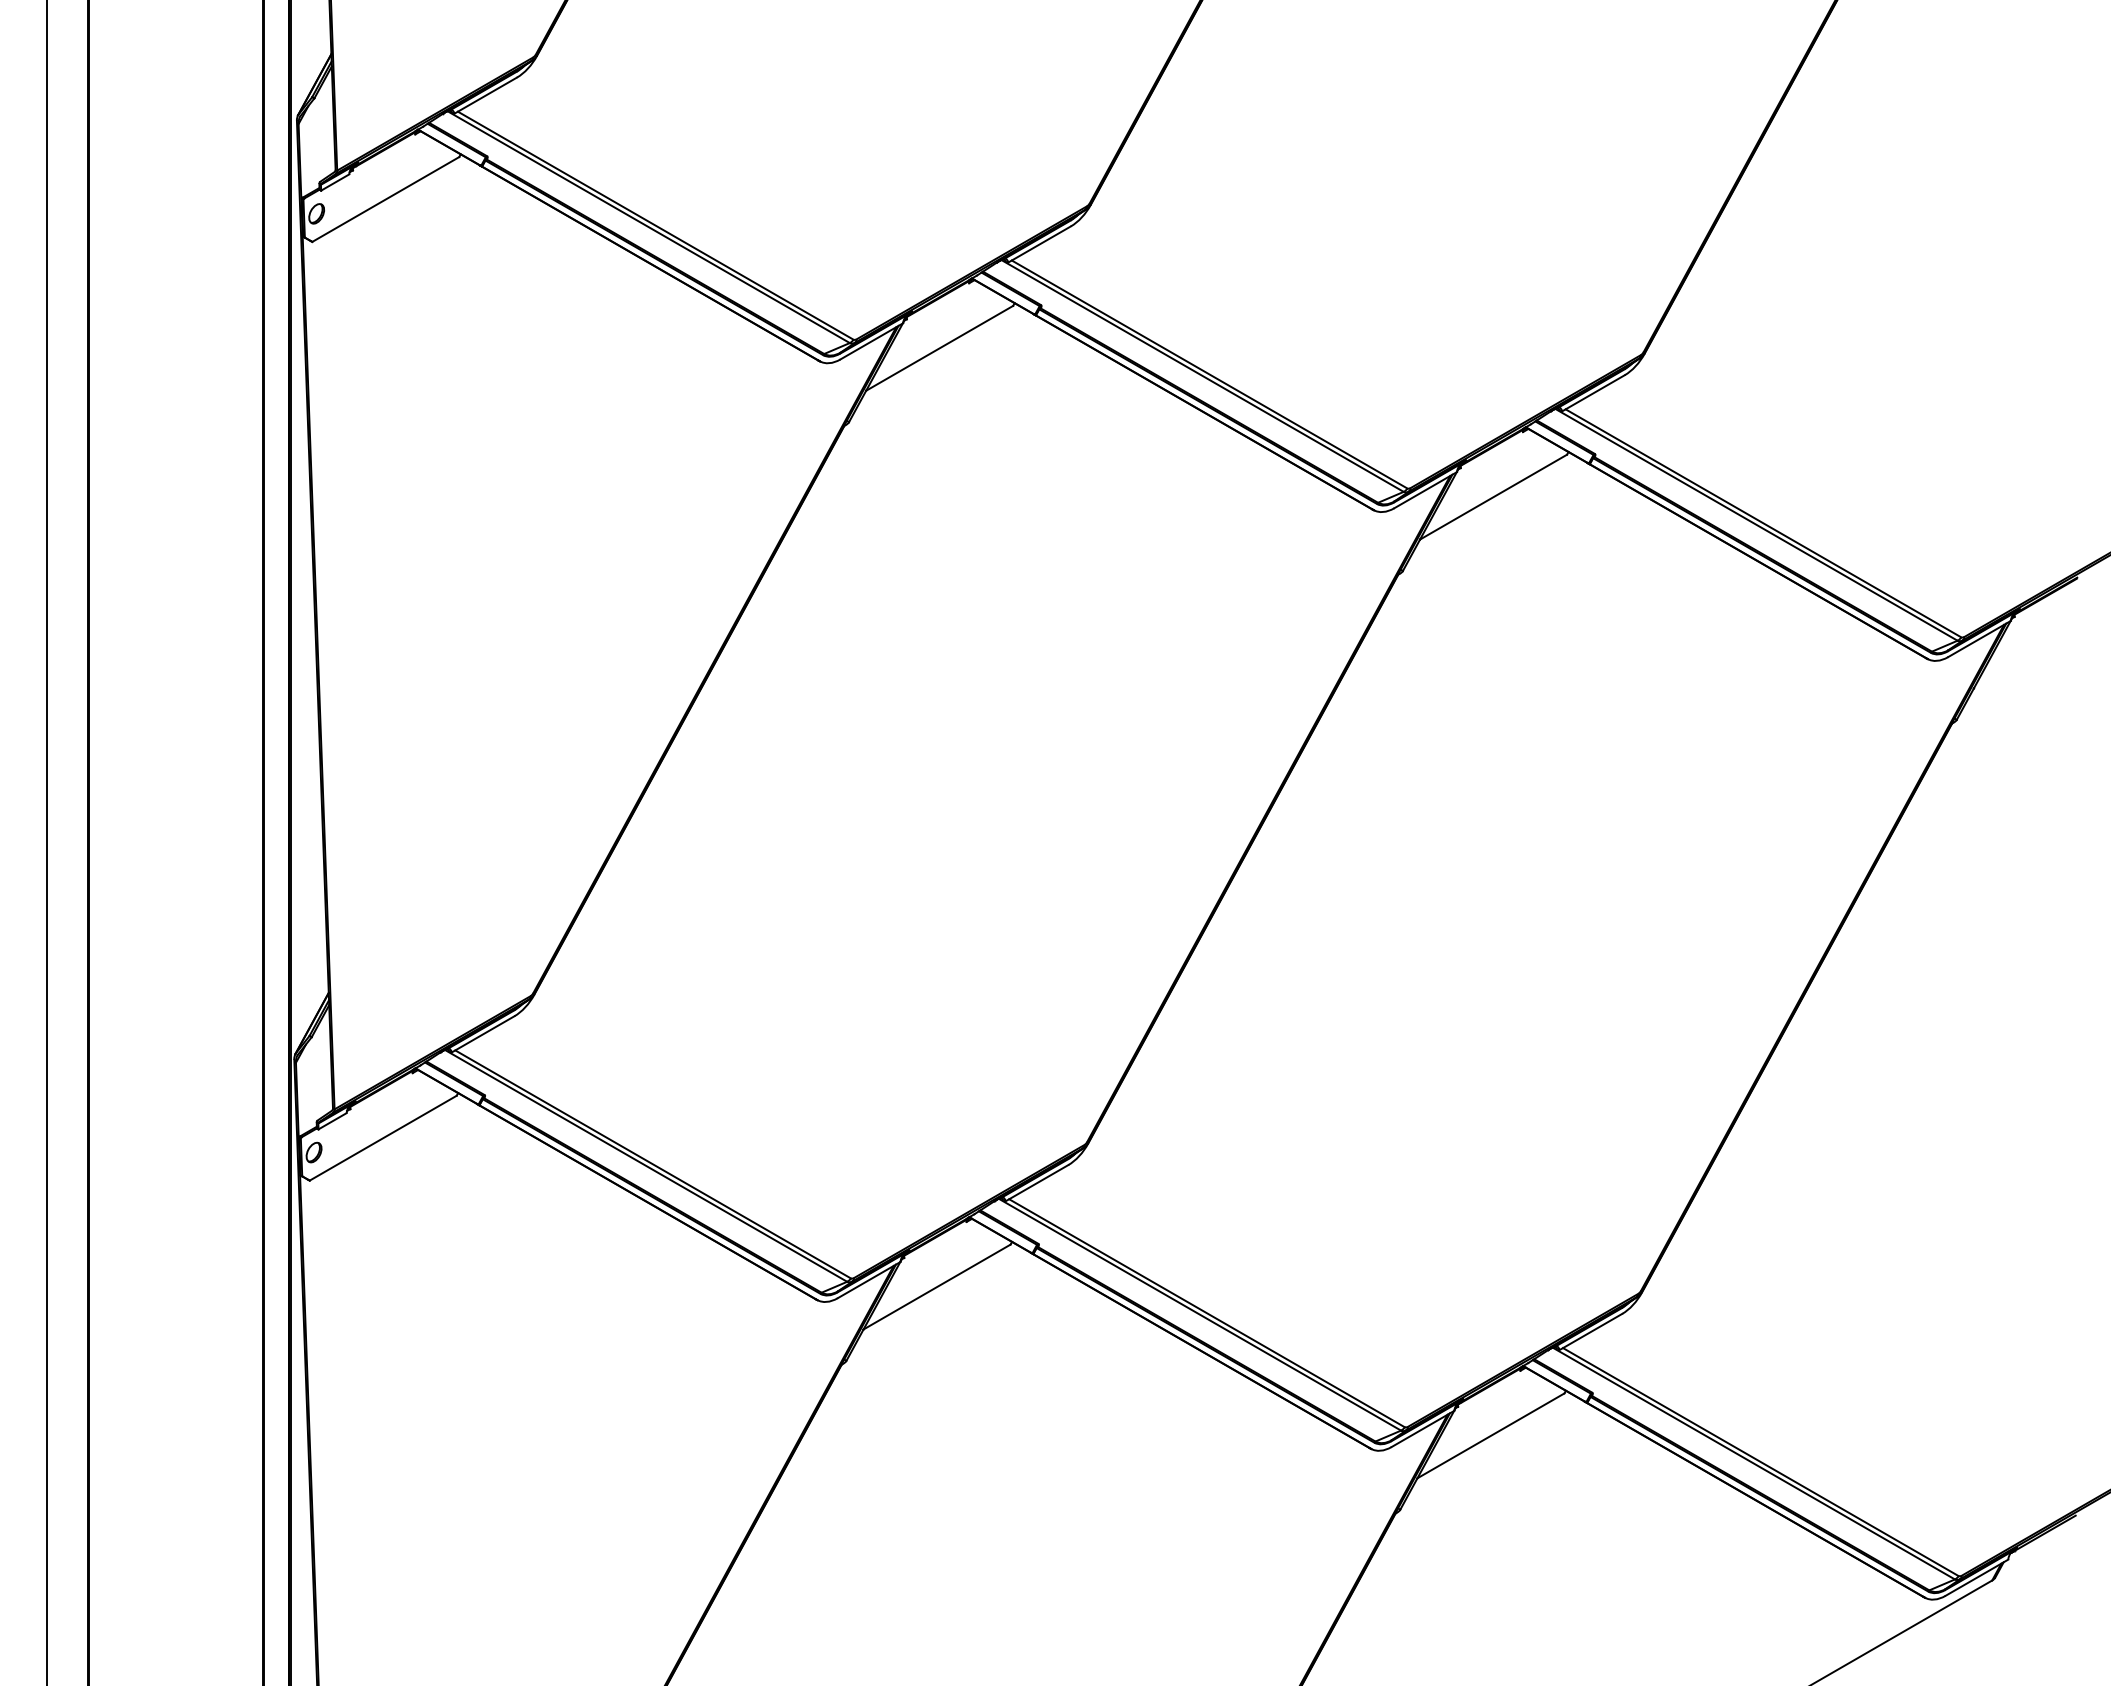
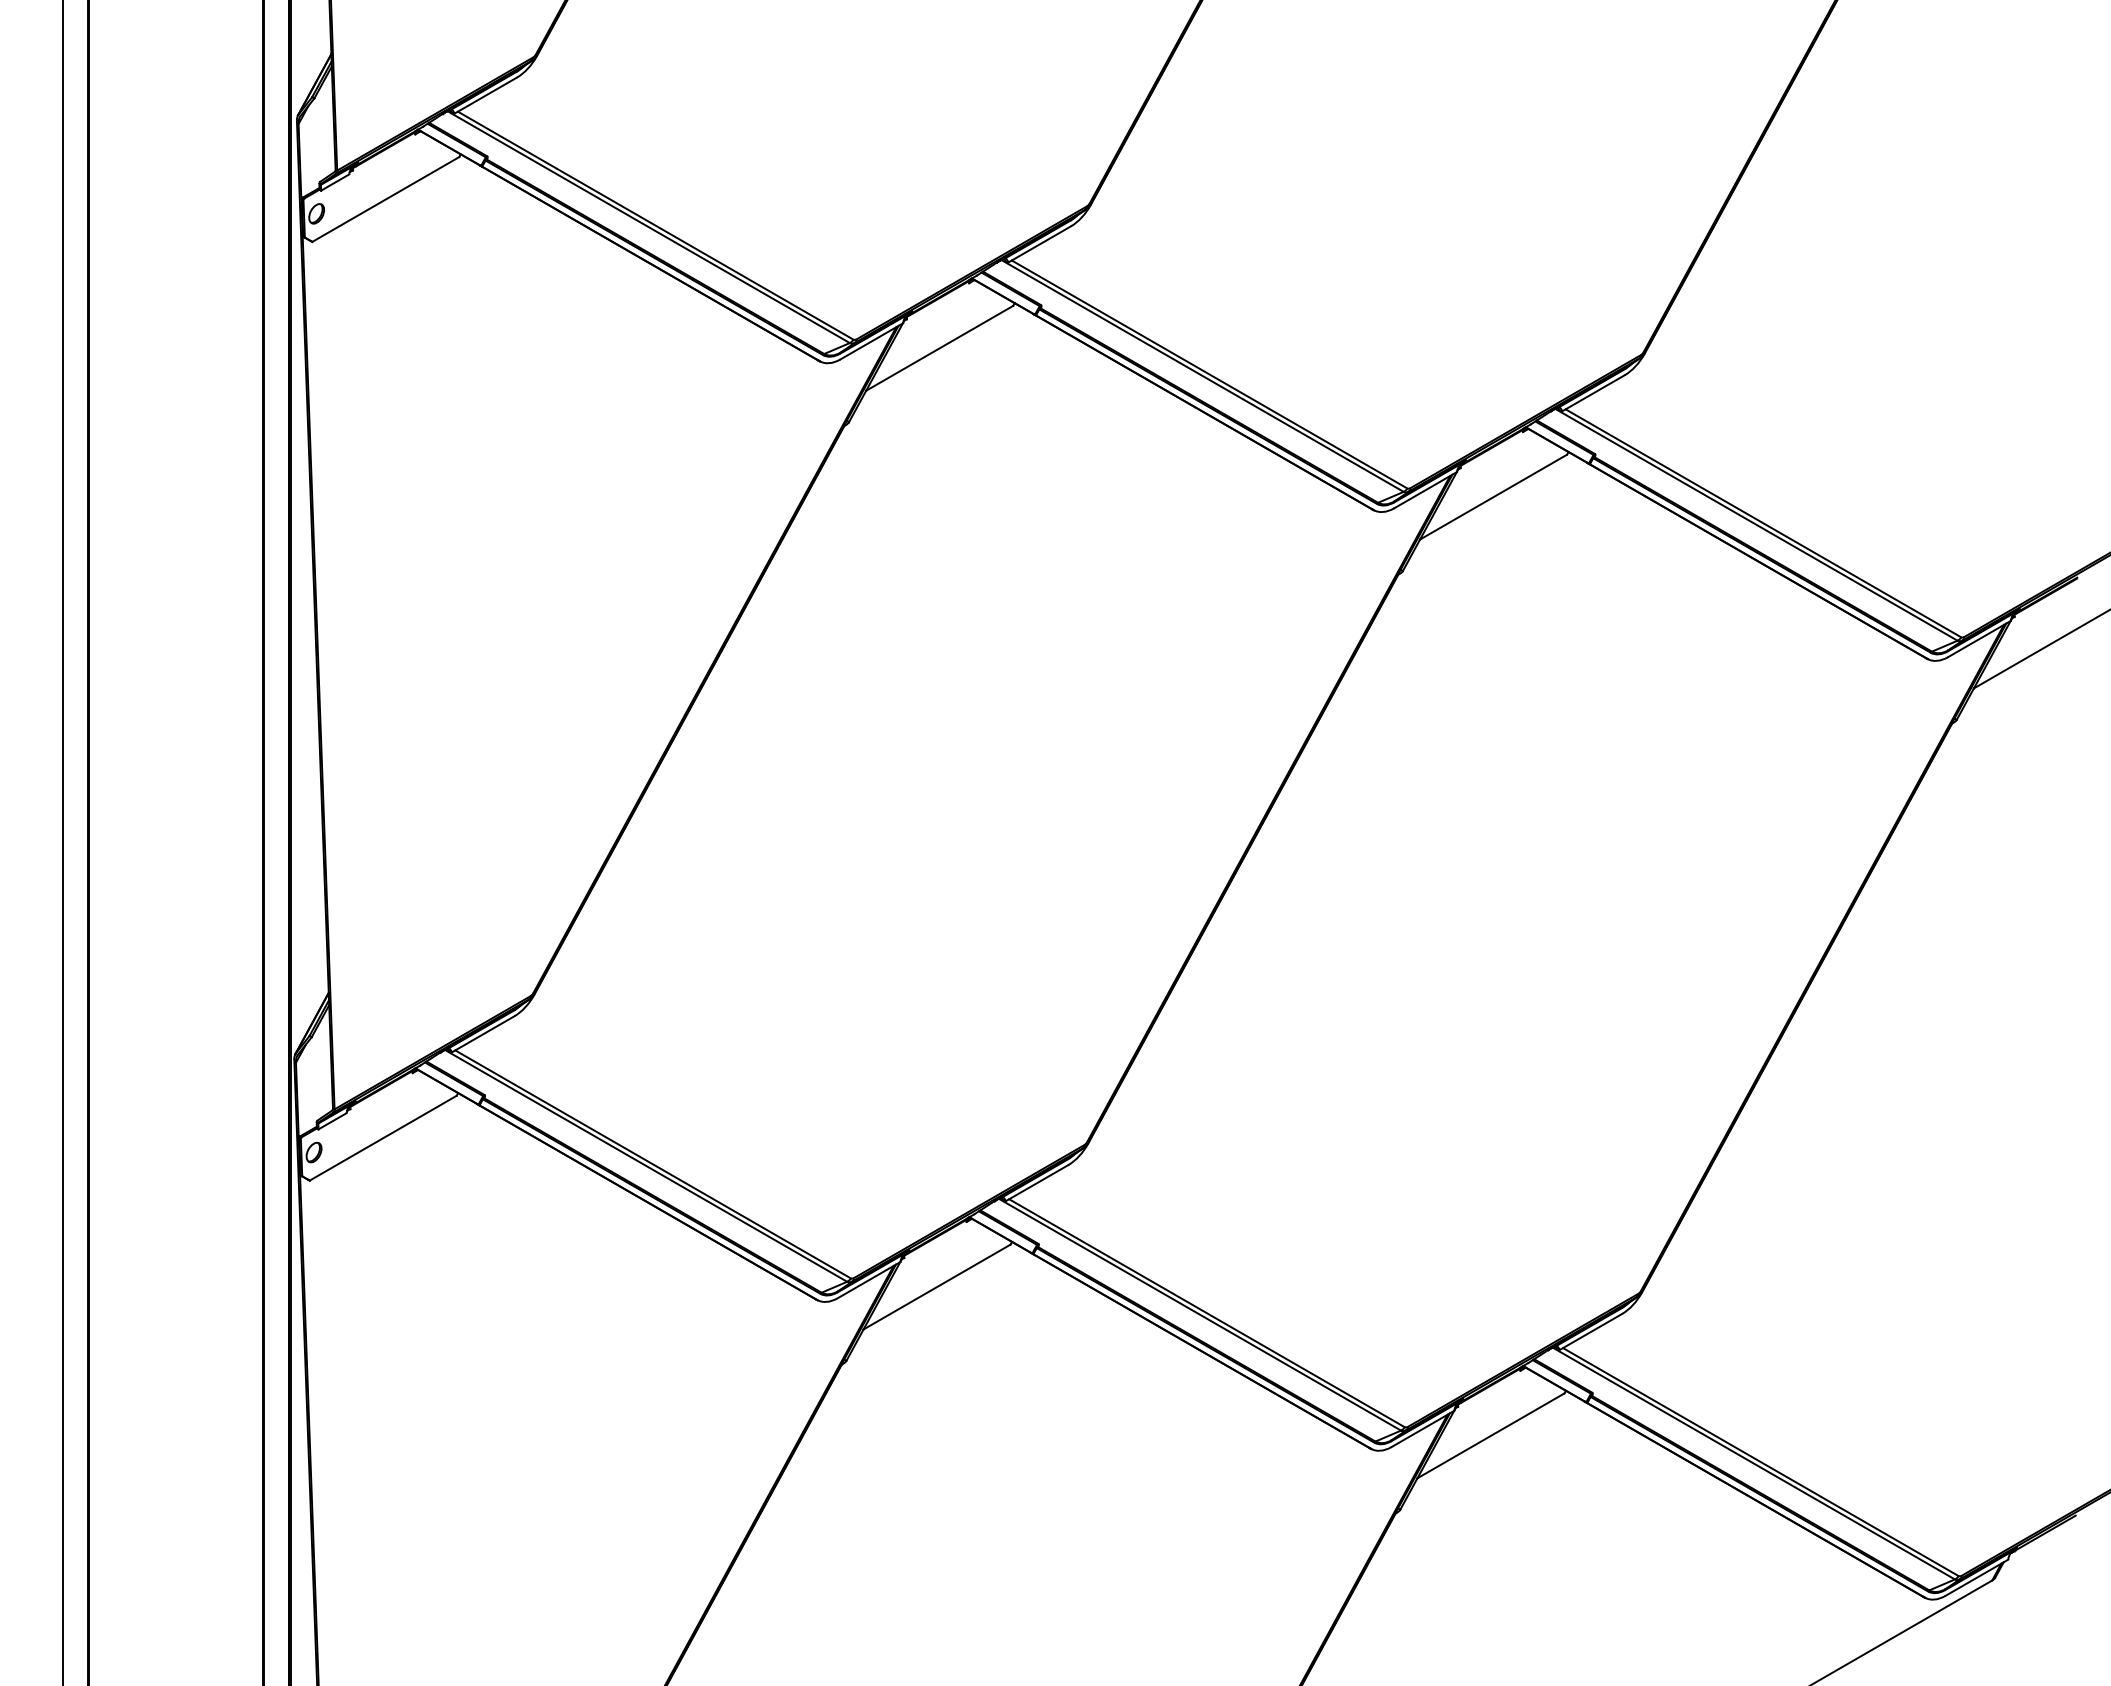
line at (2040, 649): none -> present
line at (47, 842) position: (47, 842) -> (63, 842)
